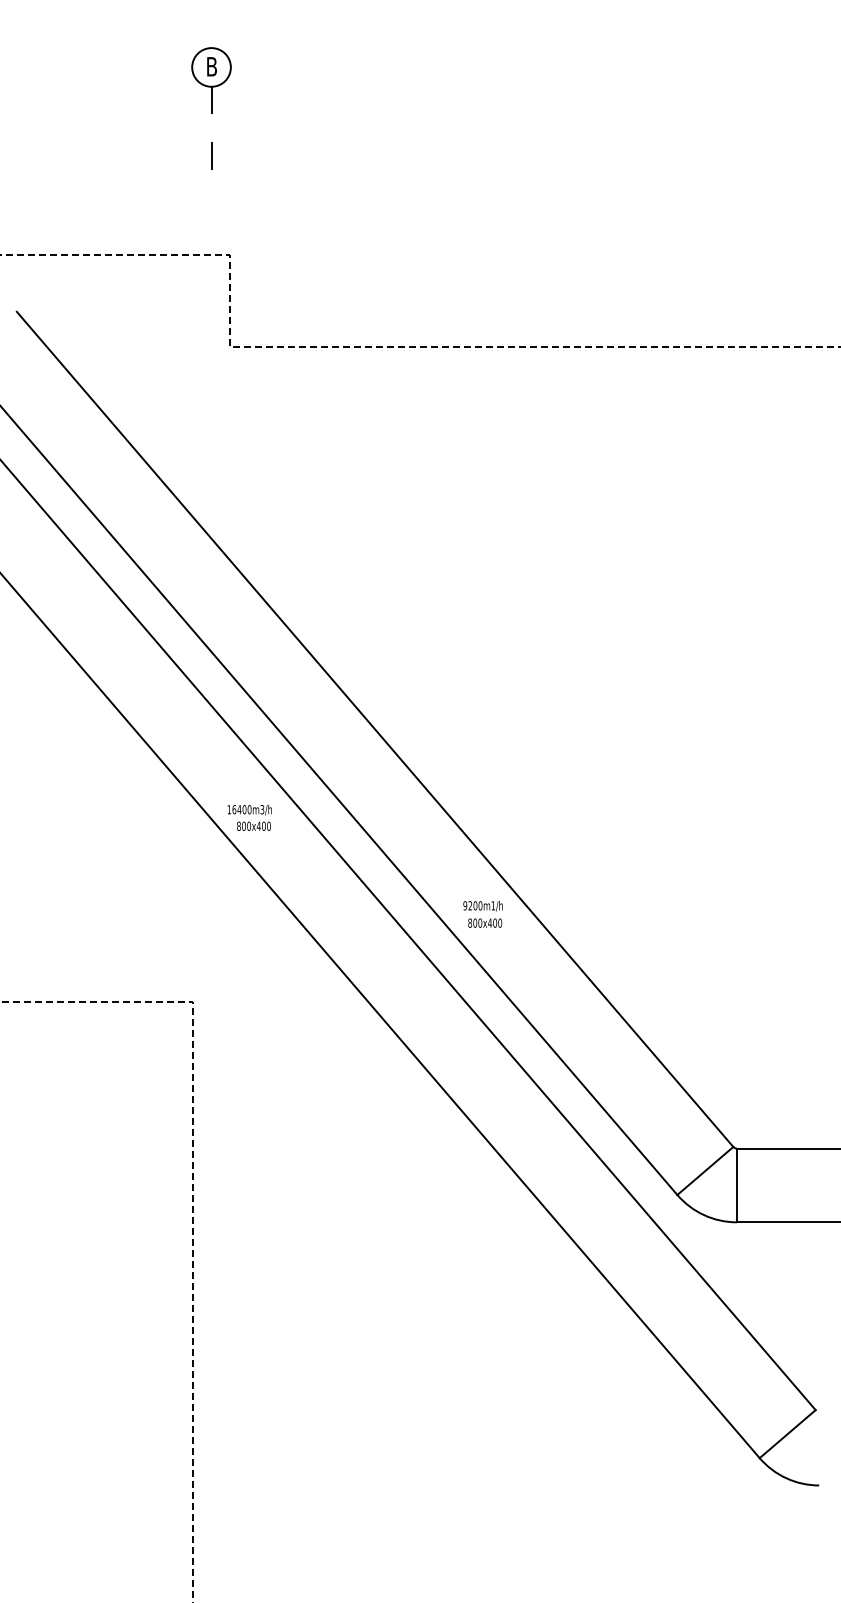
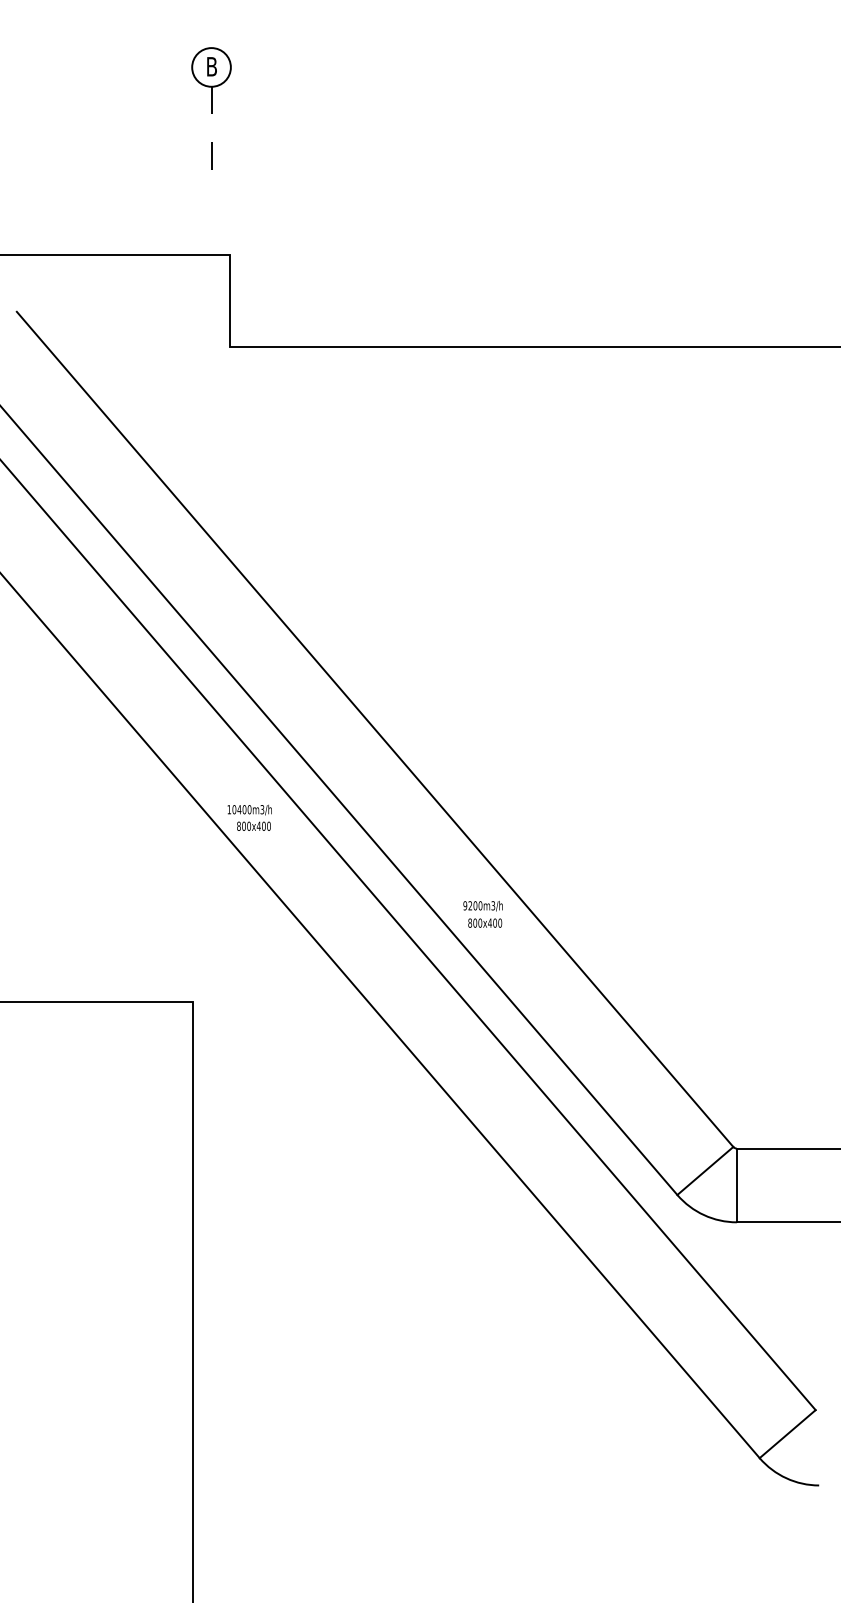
line at (372, 347): dashed -> solid
text at (234, 808): 16400m3/h -> 10400m3/h
text at (493, 905): 9200m1/h -> 9200m3/h
line at (193, 1205): dashed -> solid
